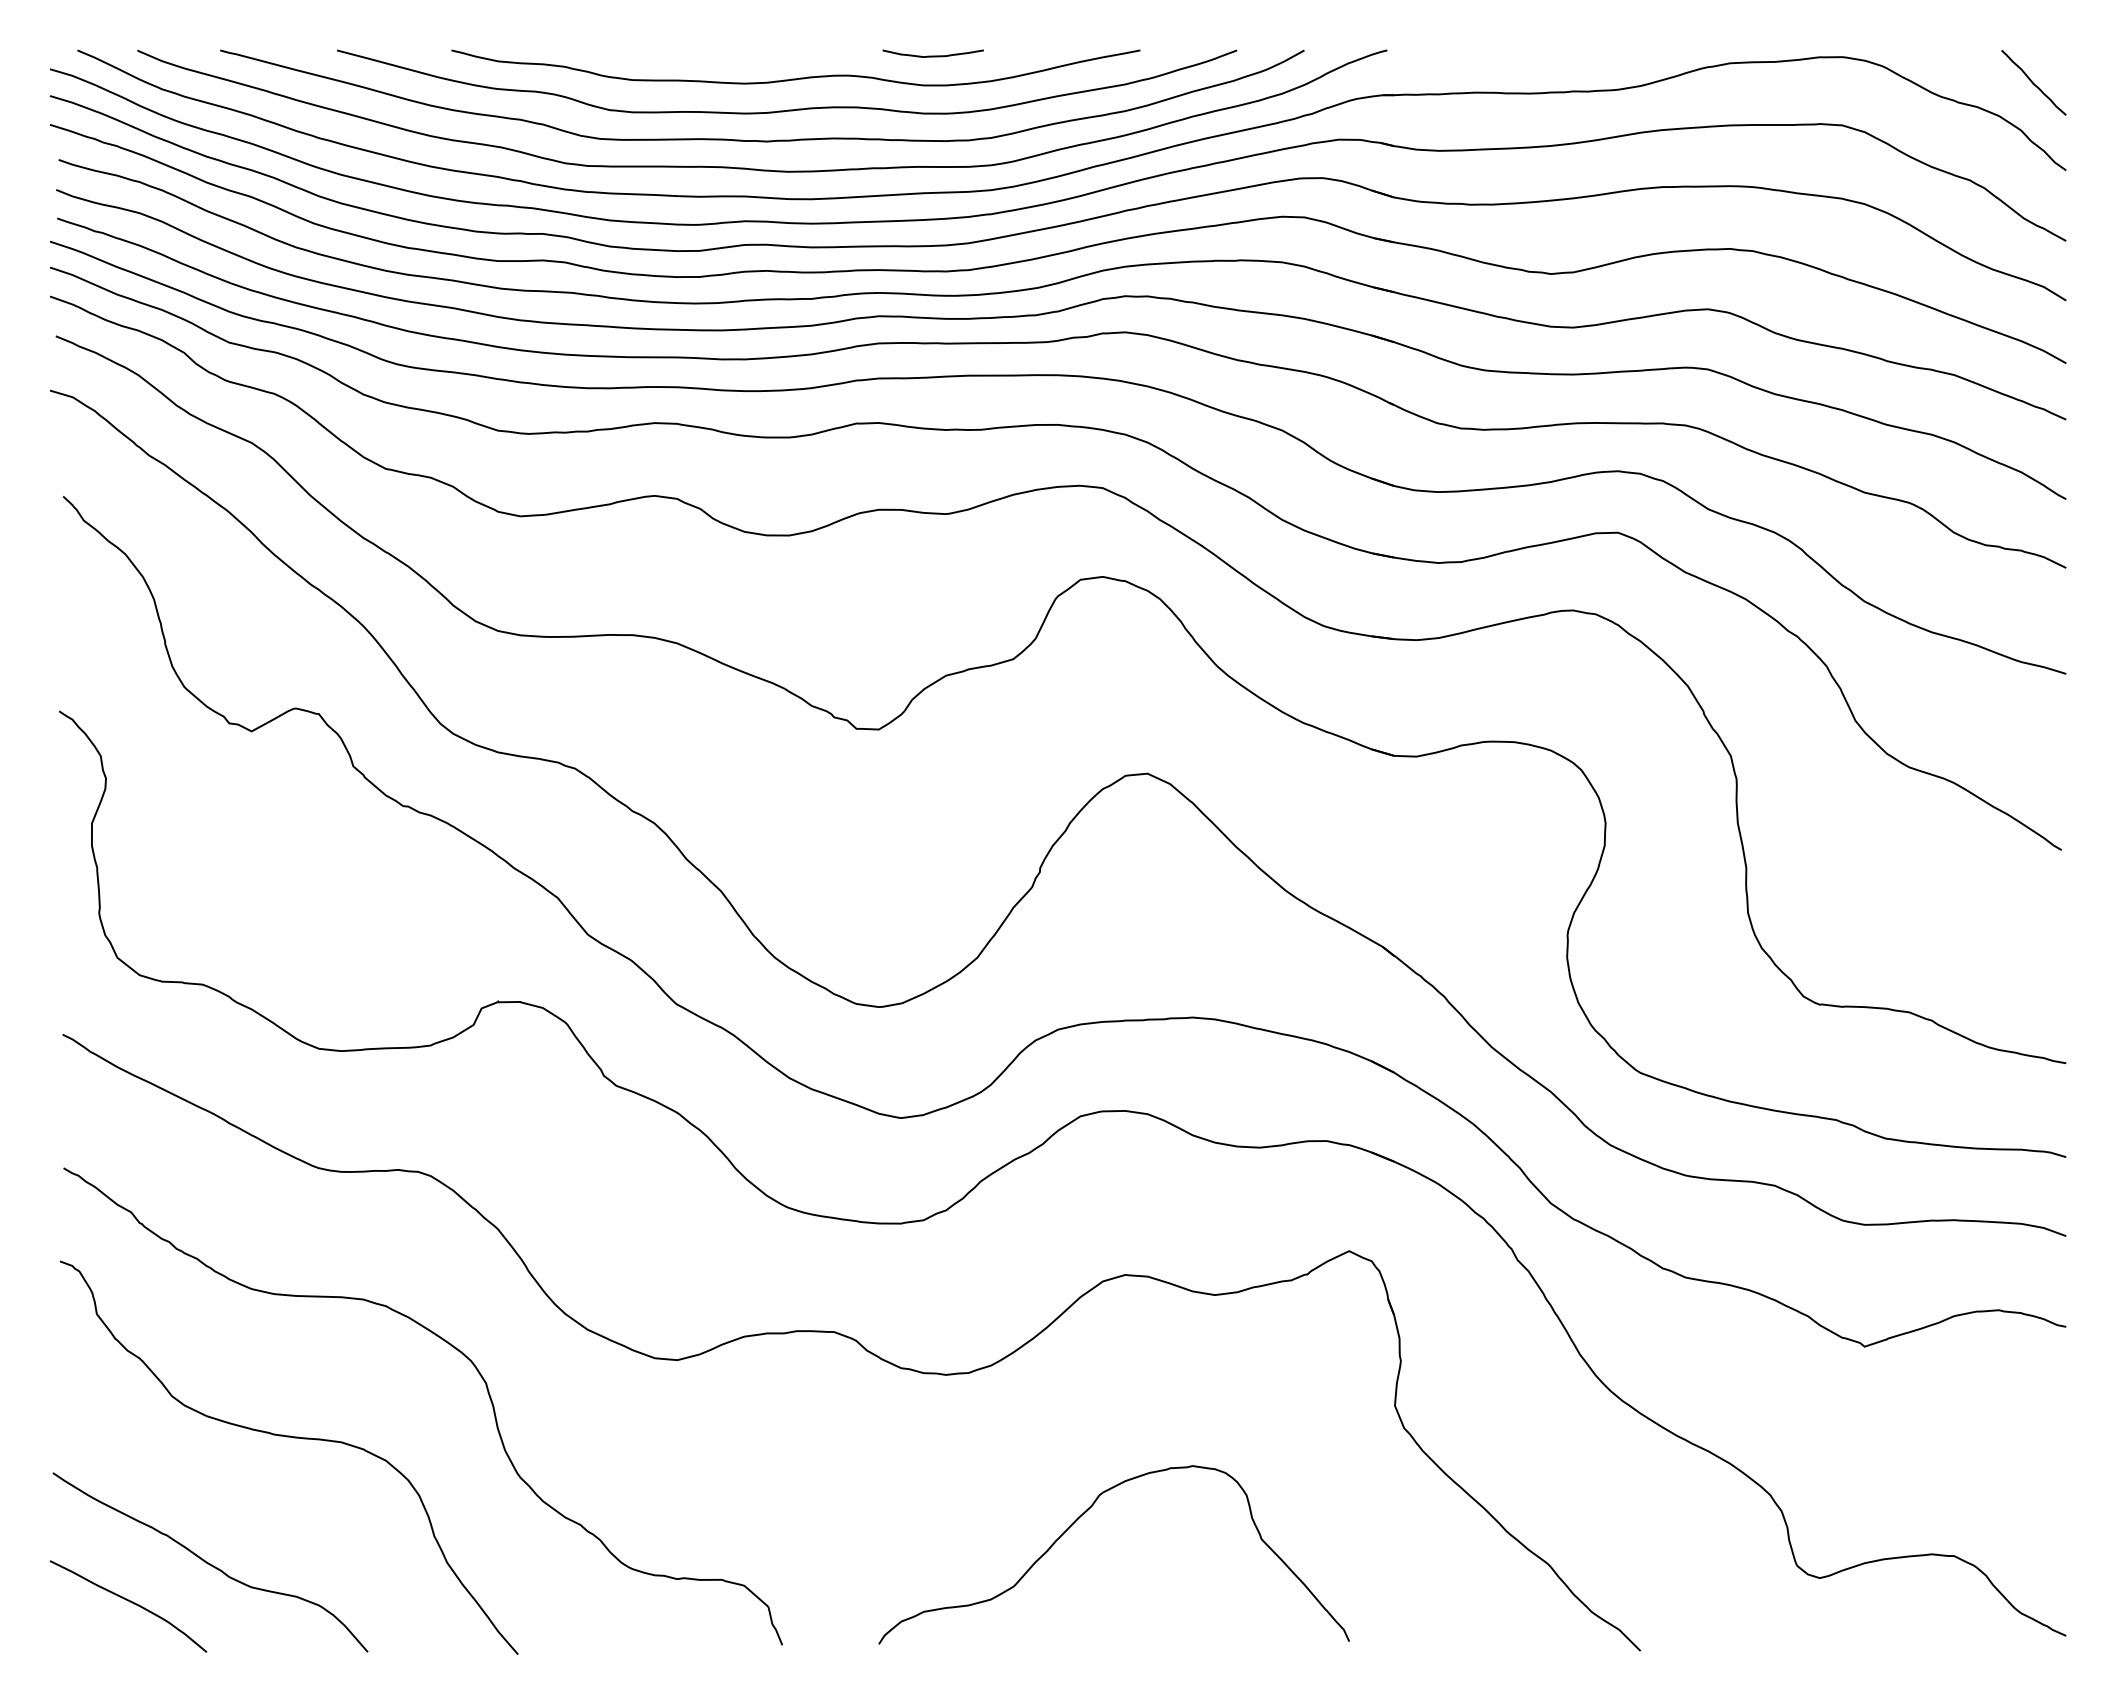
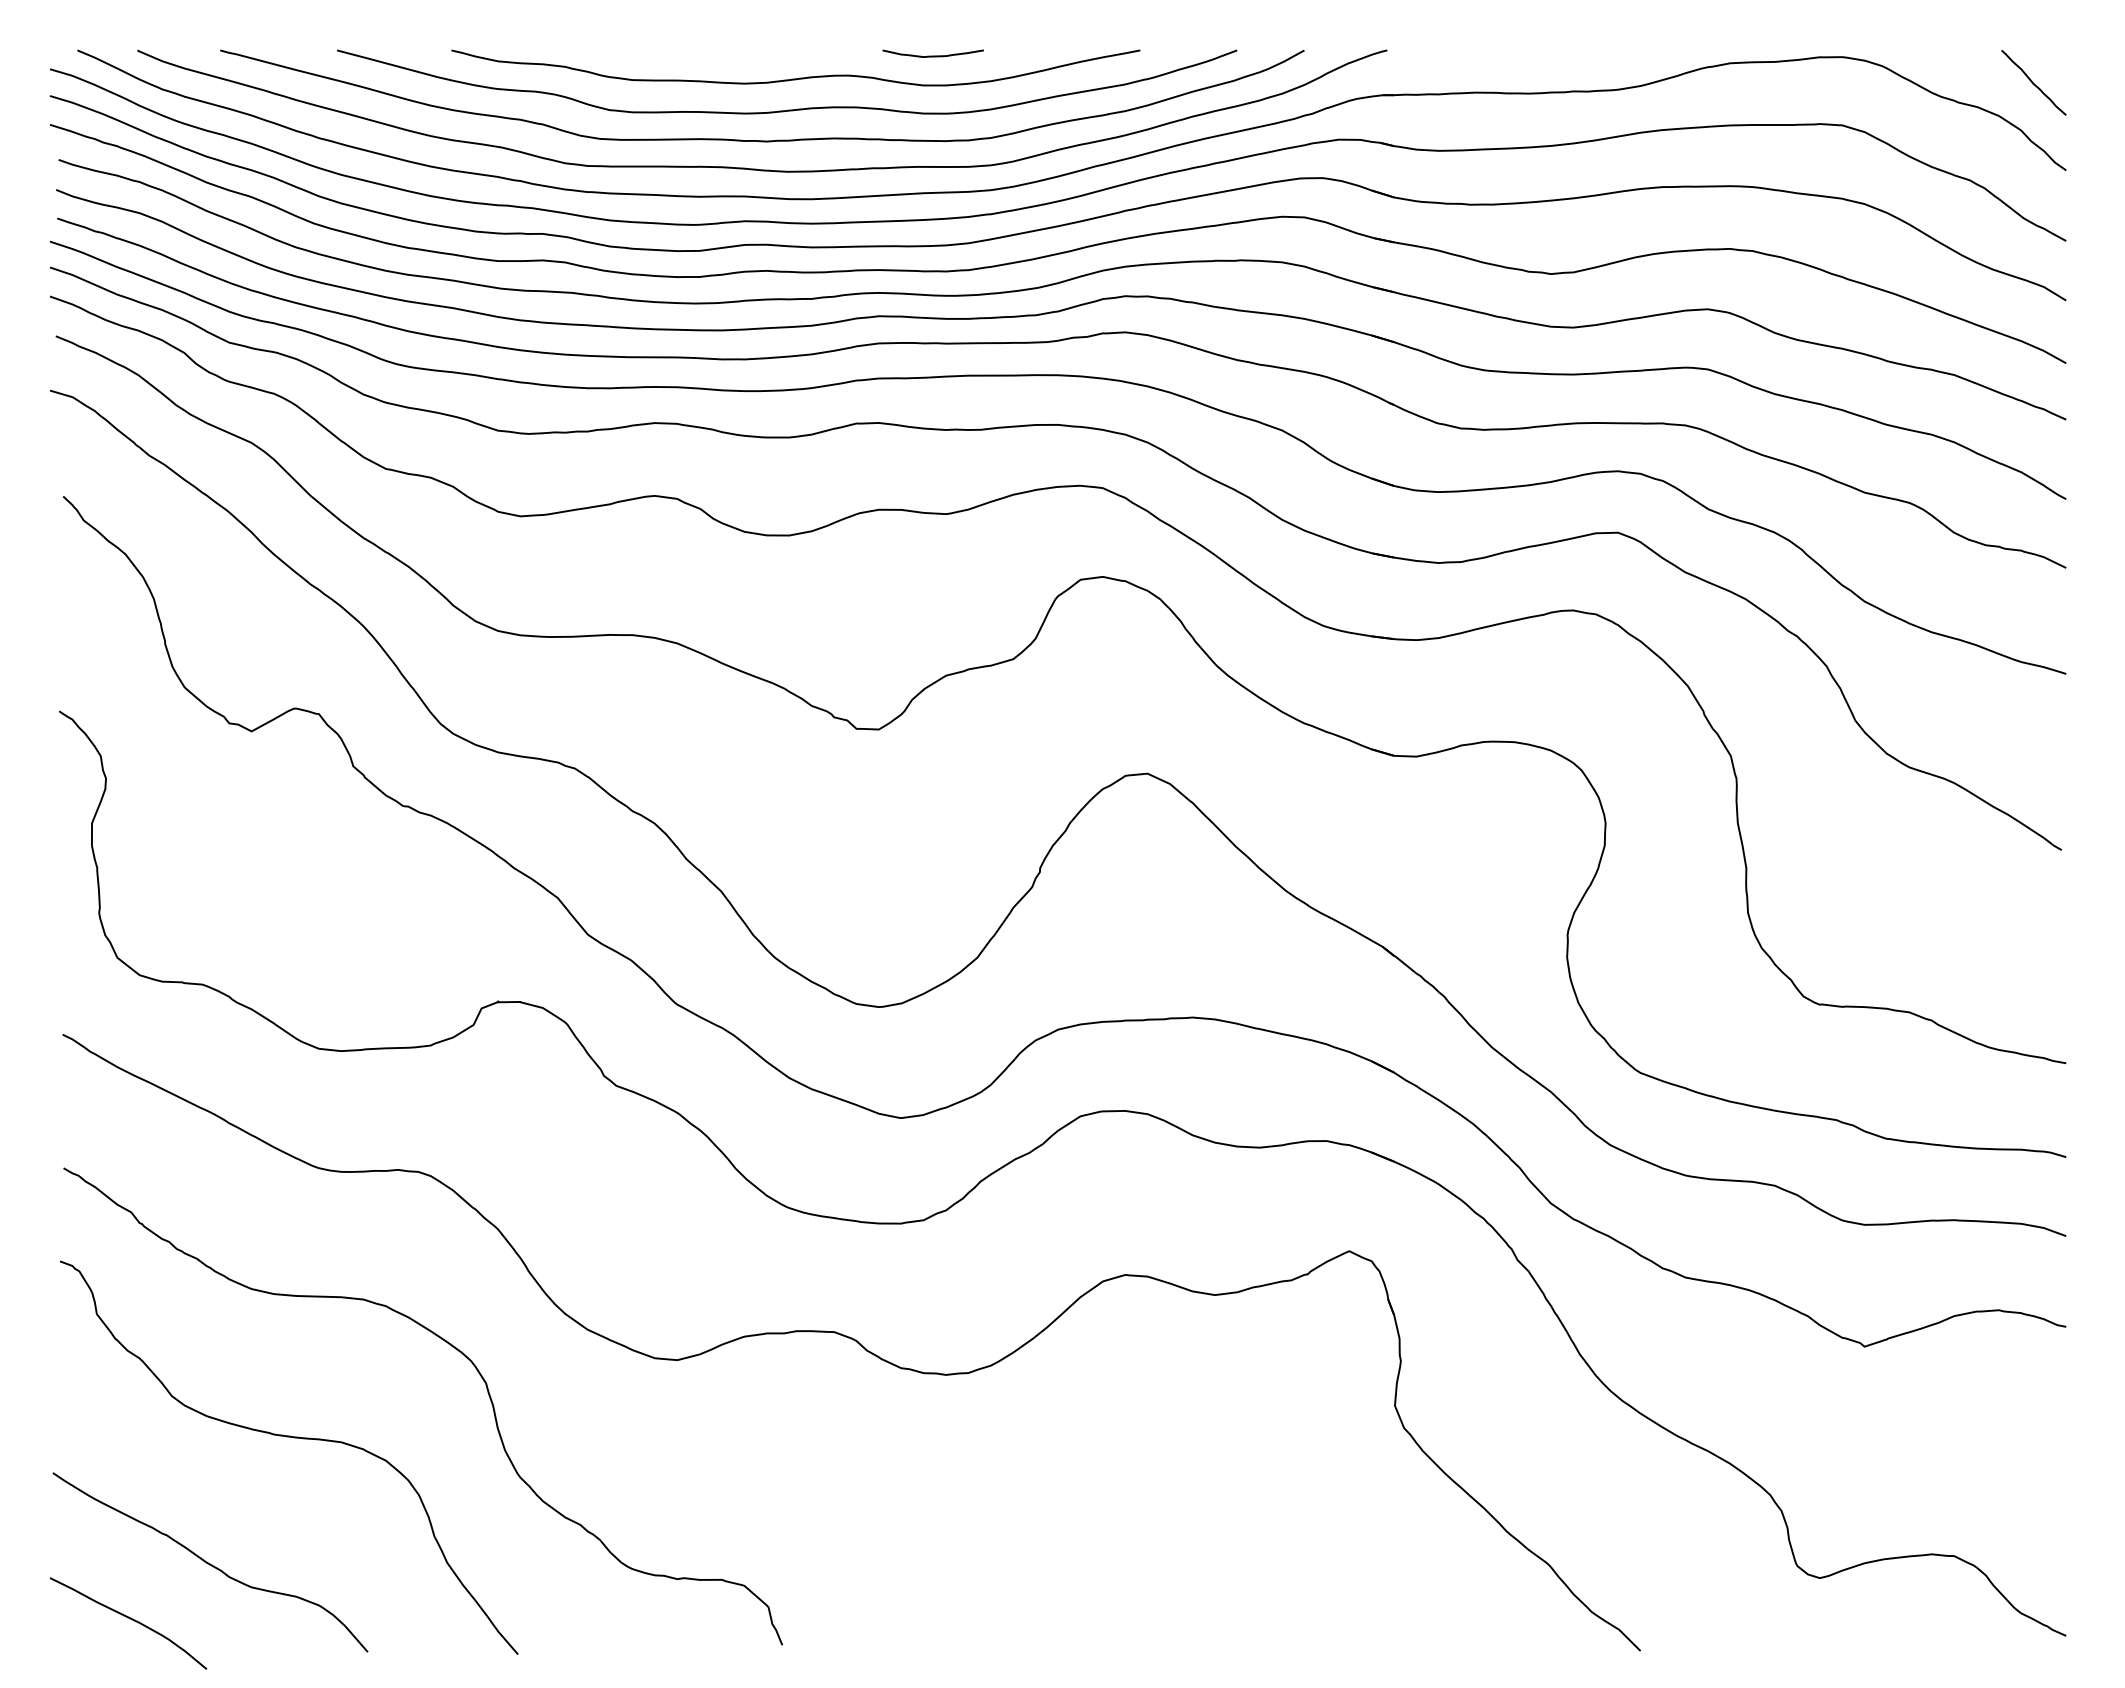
curve at (1078, 1519): present -> none
curve at (130, 1602) position: (130, 1602) -> (130, 1619)
